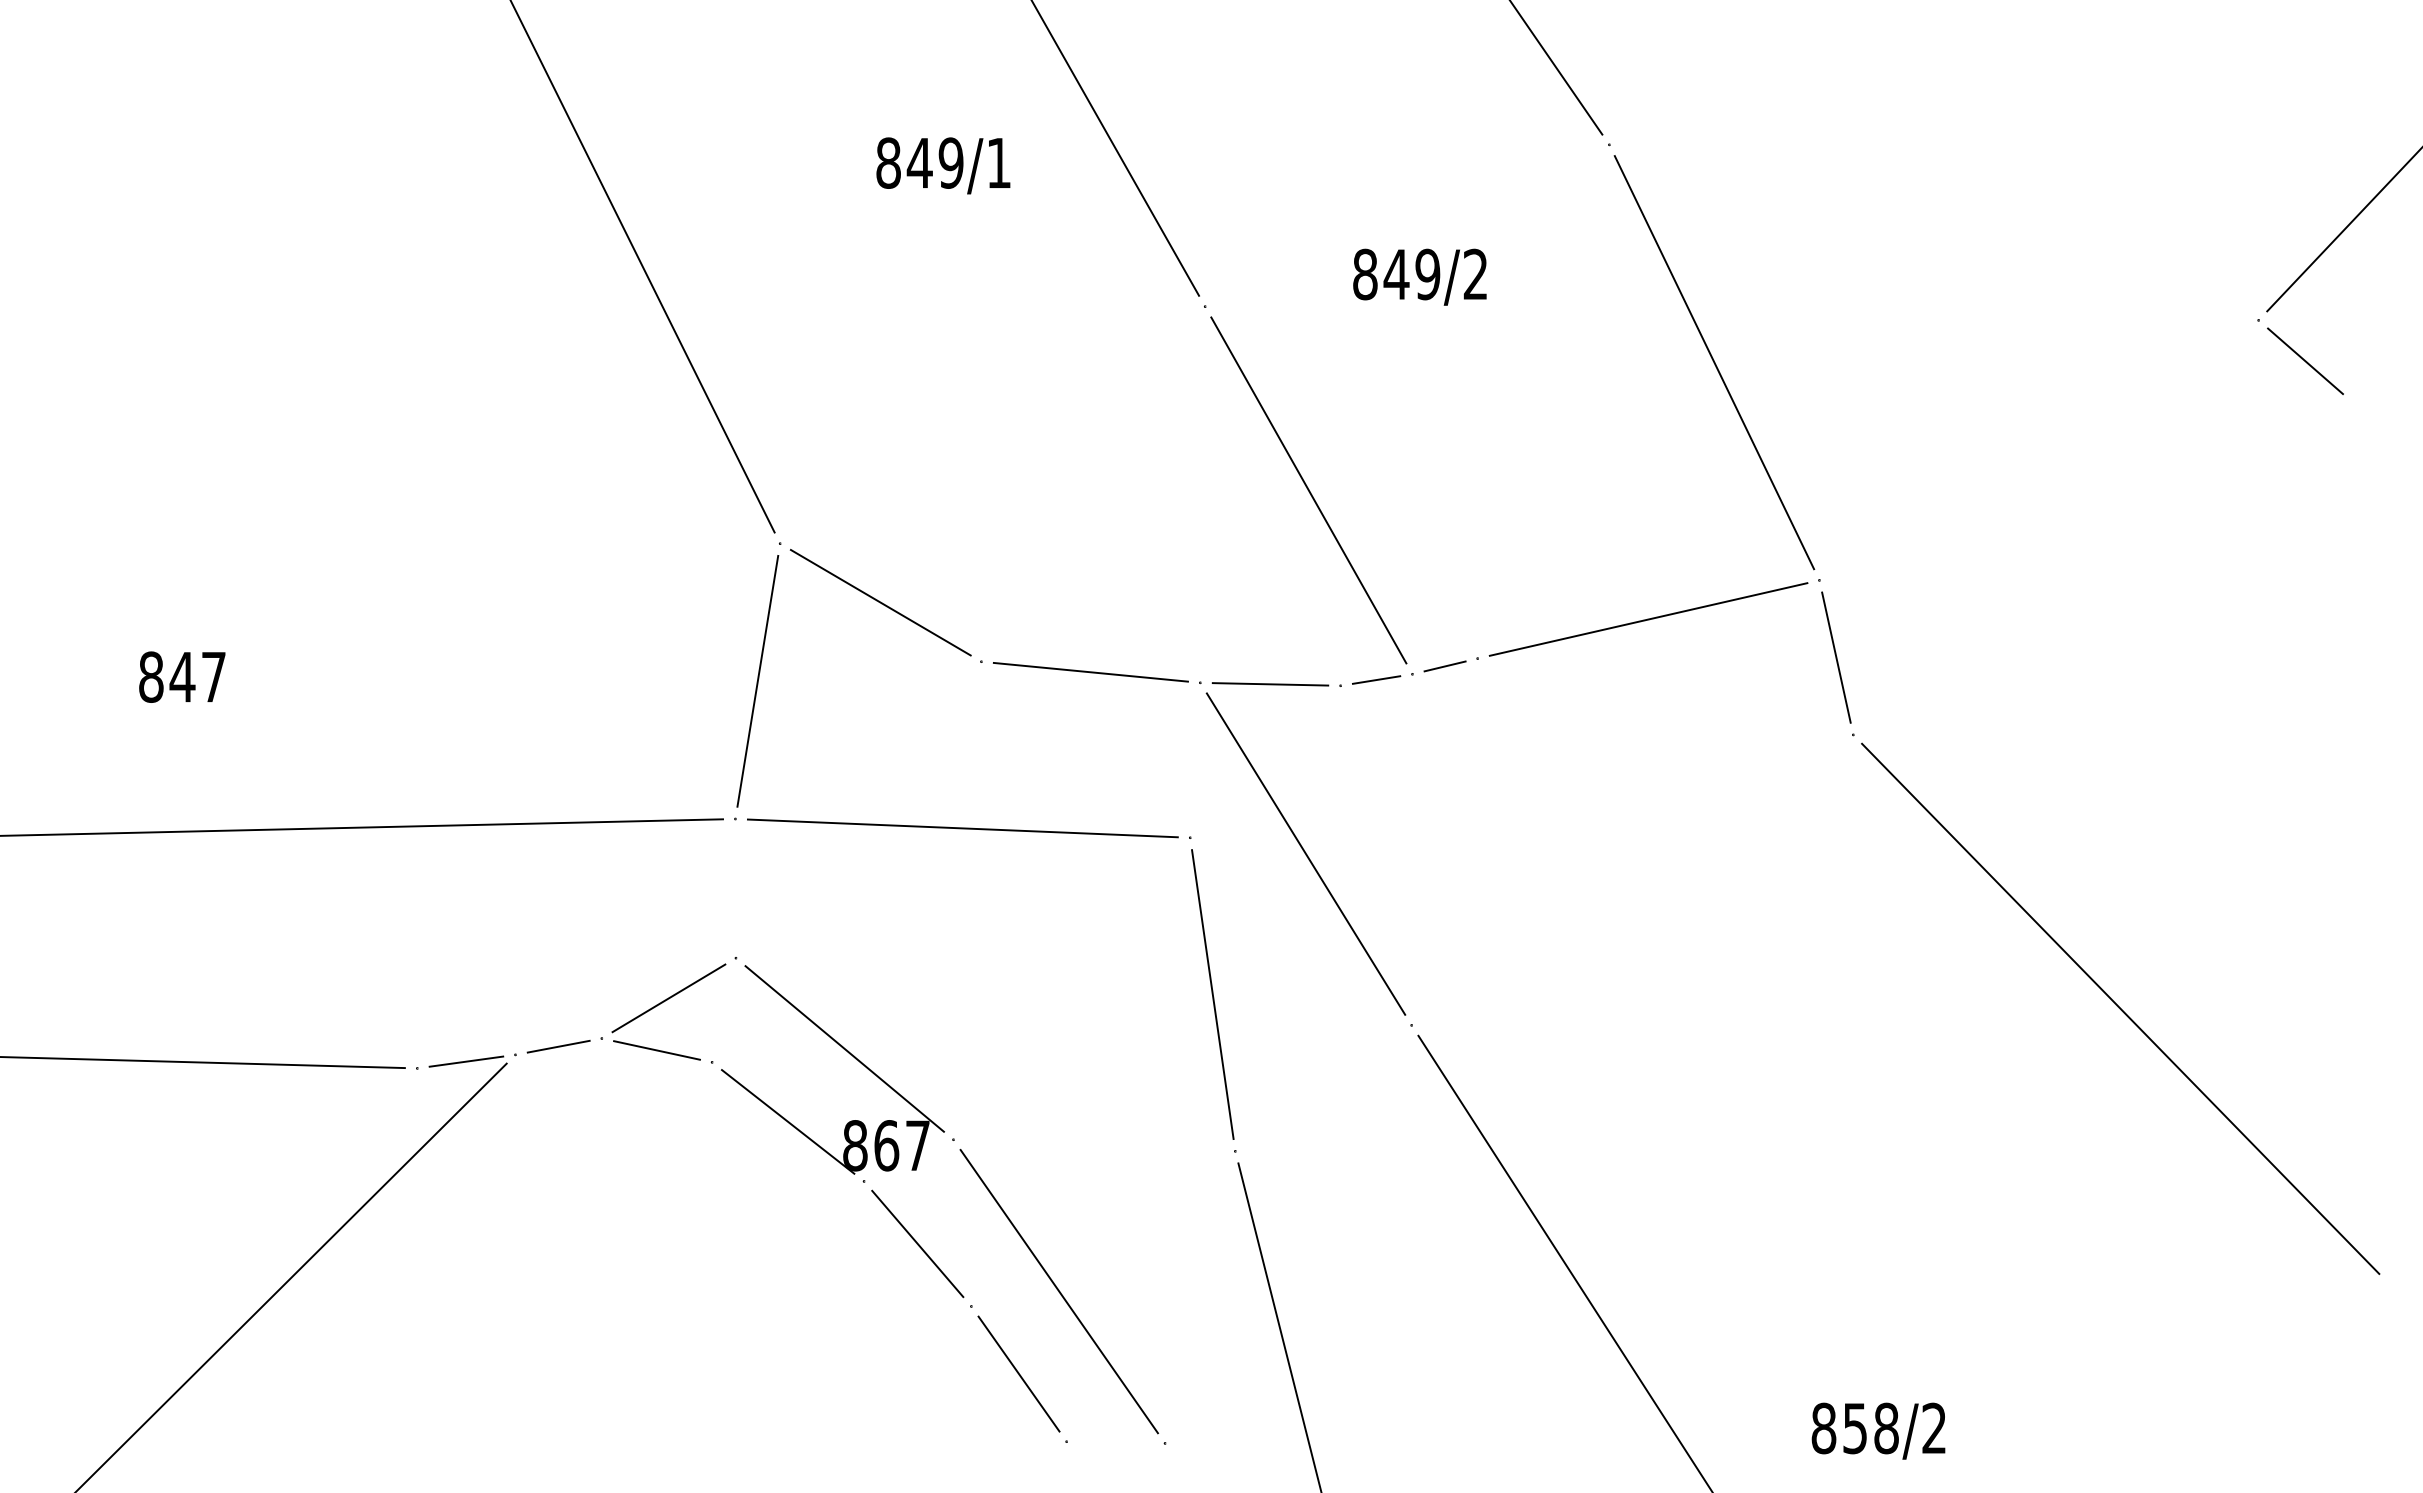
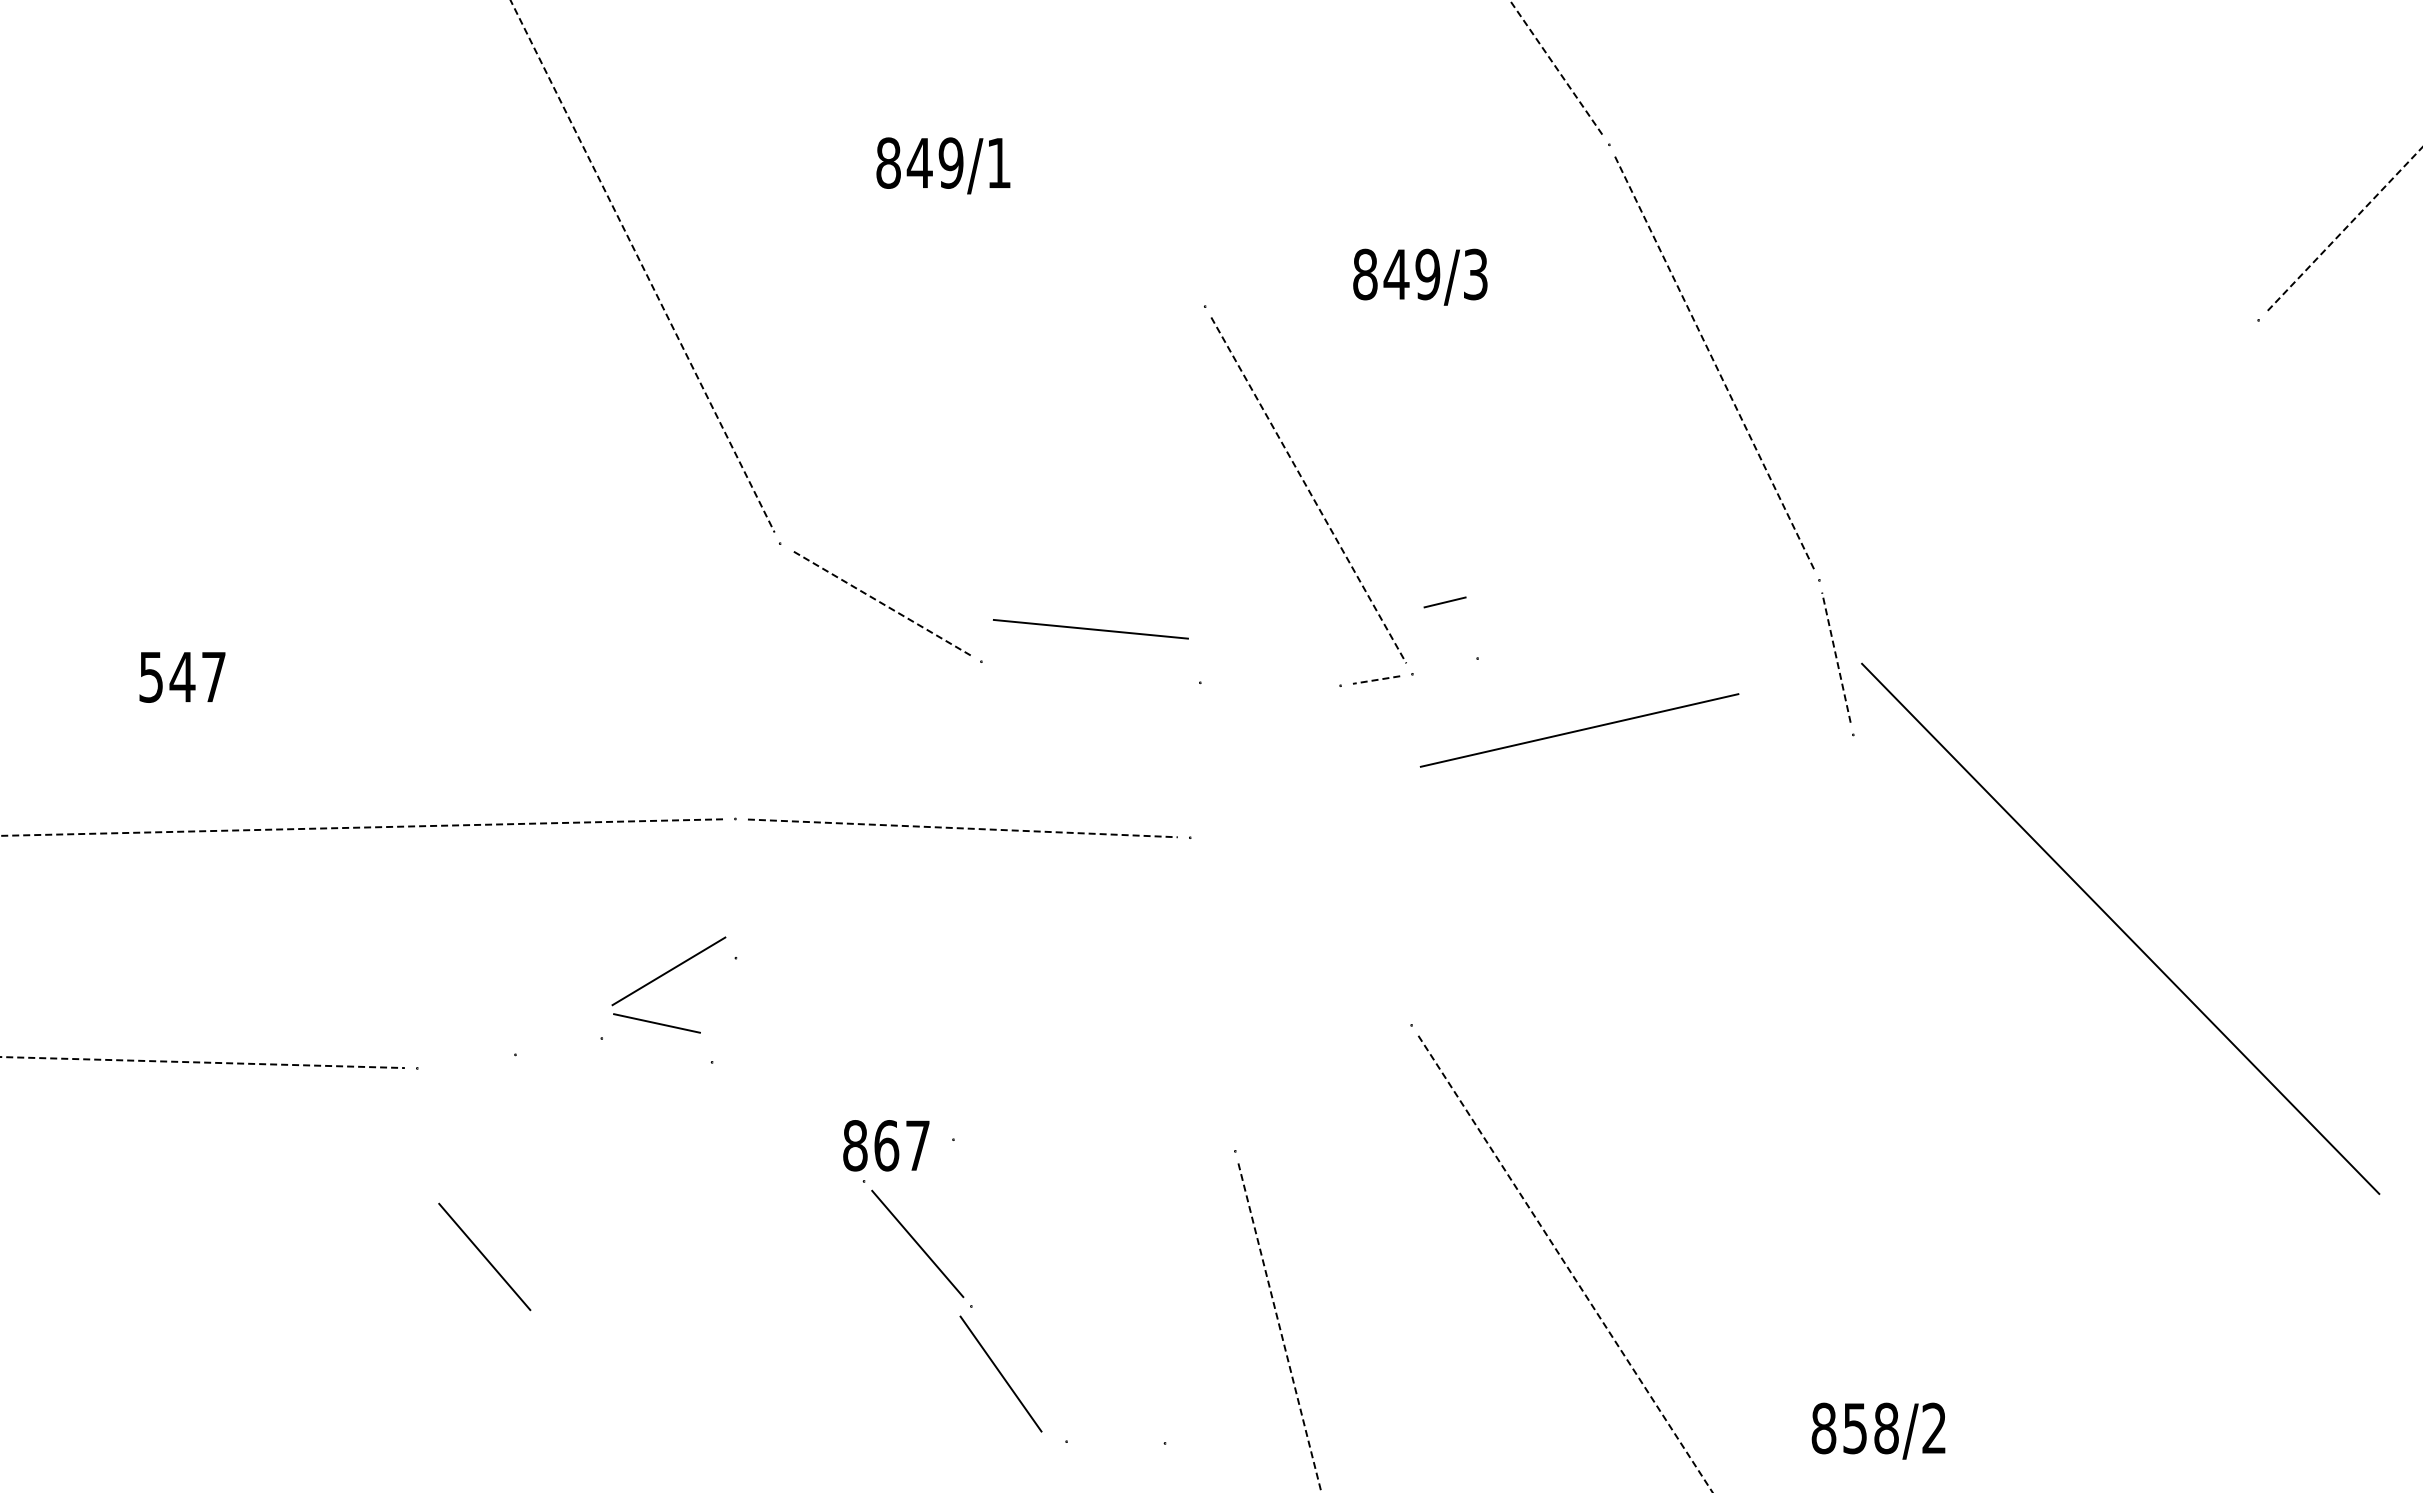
line at (1555, 67): solid -> dashed
line at (1115, 148): present -> none
line at (2344, 229): solid -> dashed
line at (642, 266): solid -> dashed
text at (1475, 274): 849/2 -> 849/3
line at (2305, 361): present -> none
line at (1714, 362): solid -> dashed
line at (1308, 490): solid -> dashed
line at (880, 602): solid -> dashed
line at (1648, 619) position: (1648, 619) -> (1579, 730)
line at (1836, 657): solid -> dashed
line at (1444, 666) position: (1444, 666) -> (1444, 602)
line at (1090, 672) position: (1090, 672) -> (1090, 629)
text at (151, 676): 847 -> 547
line at (757, 680): present -> none
line at (1376, 680): solid -> dashed
line at (1270, 684): present -> none
line at (361, 827): solid -> dashed
line at (963, 828): solid -> dashed
line at (1305, 853): present -> none
line at (1212, 994): present -> none
part at (664, 1002) position: (664, 1002) -> (664, 975)
line at (2120, 1008) position: (2120, 1008) -> (2120, 928)
line at (558, 1046): present -> none
line at (844, 1048): present -> none
line at (466, 1061): present -> none
line at (203, 1062): solid -> dashed
line at (787, 1121): present -> none
line at (484, 1256): none -> present
line at (1565, 1264): solid -> dashed
line at (292, 1276): present -> none
line at (1058, 1291): present -> none
line at (1279, 1328): solid -> dashed
line at (1018, 1373) position: (1018, 1373) -> (1000, 1373)
